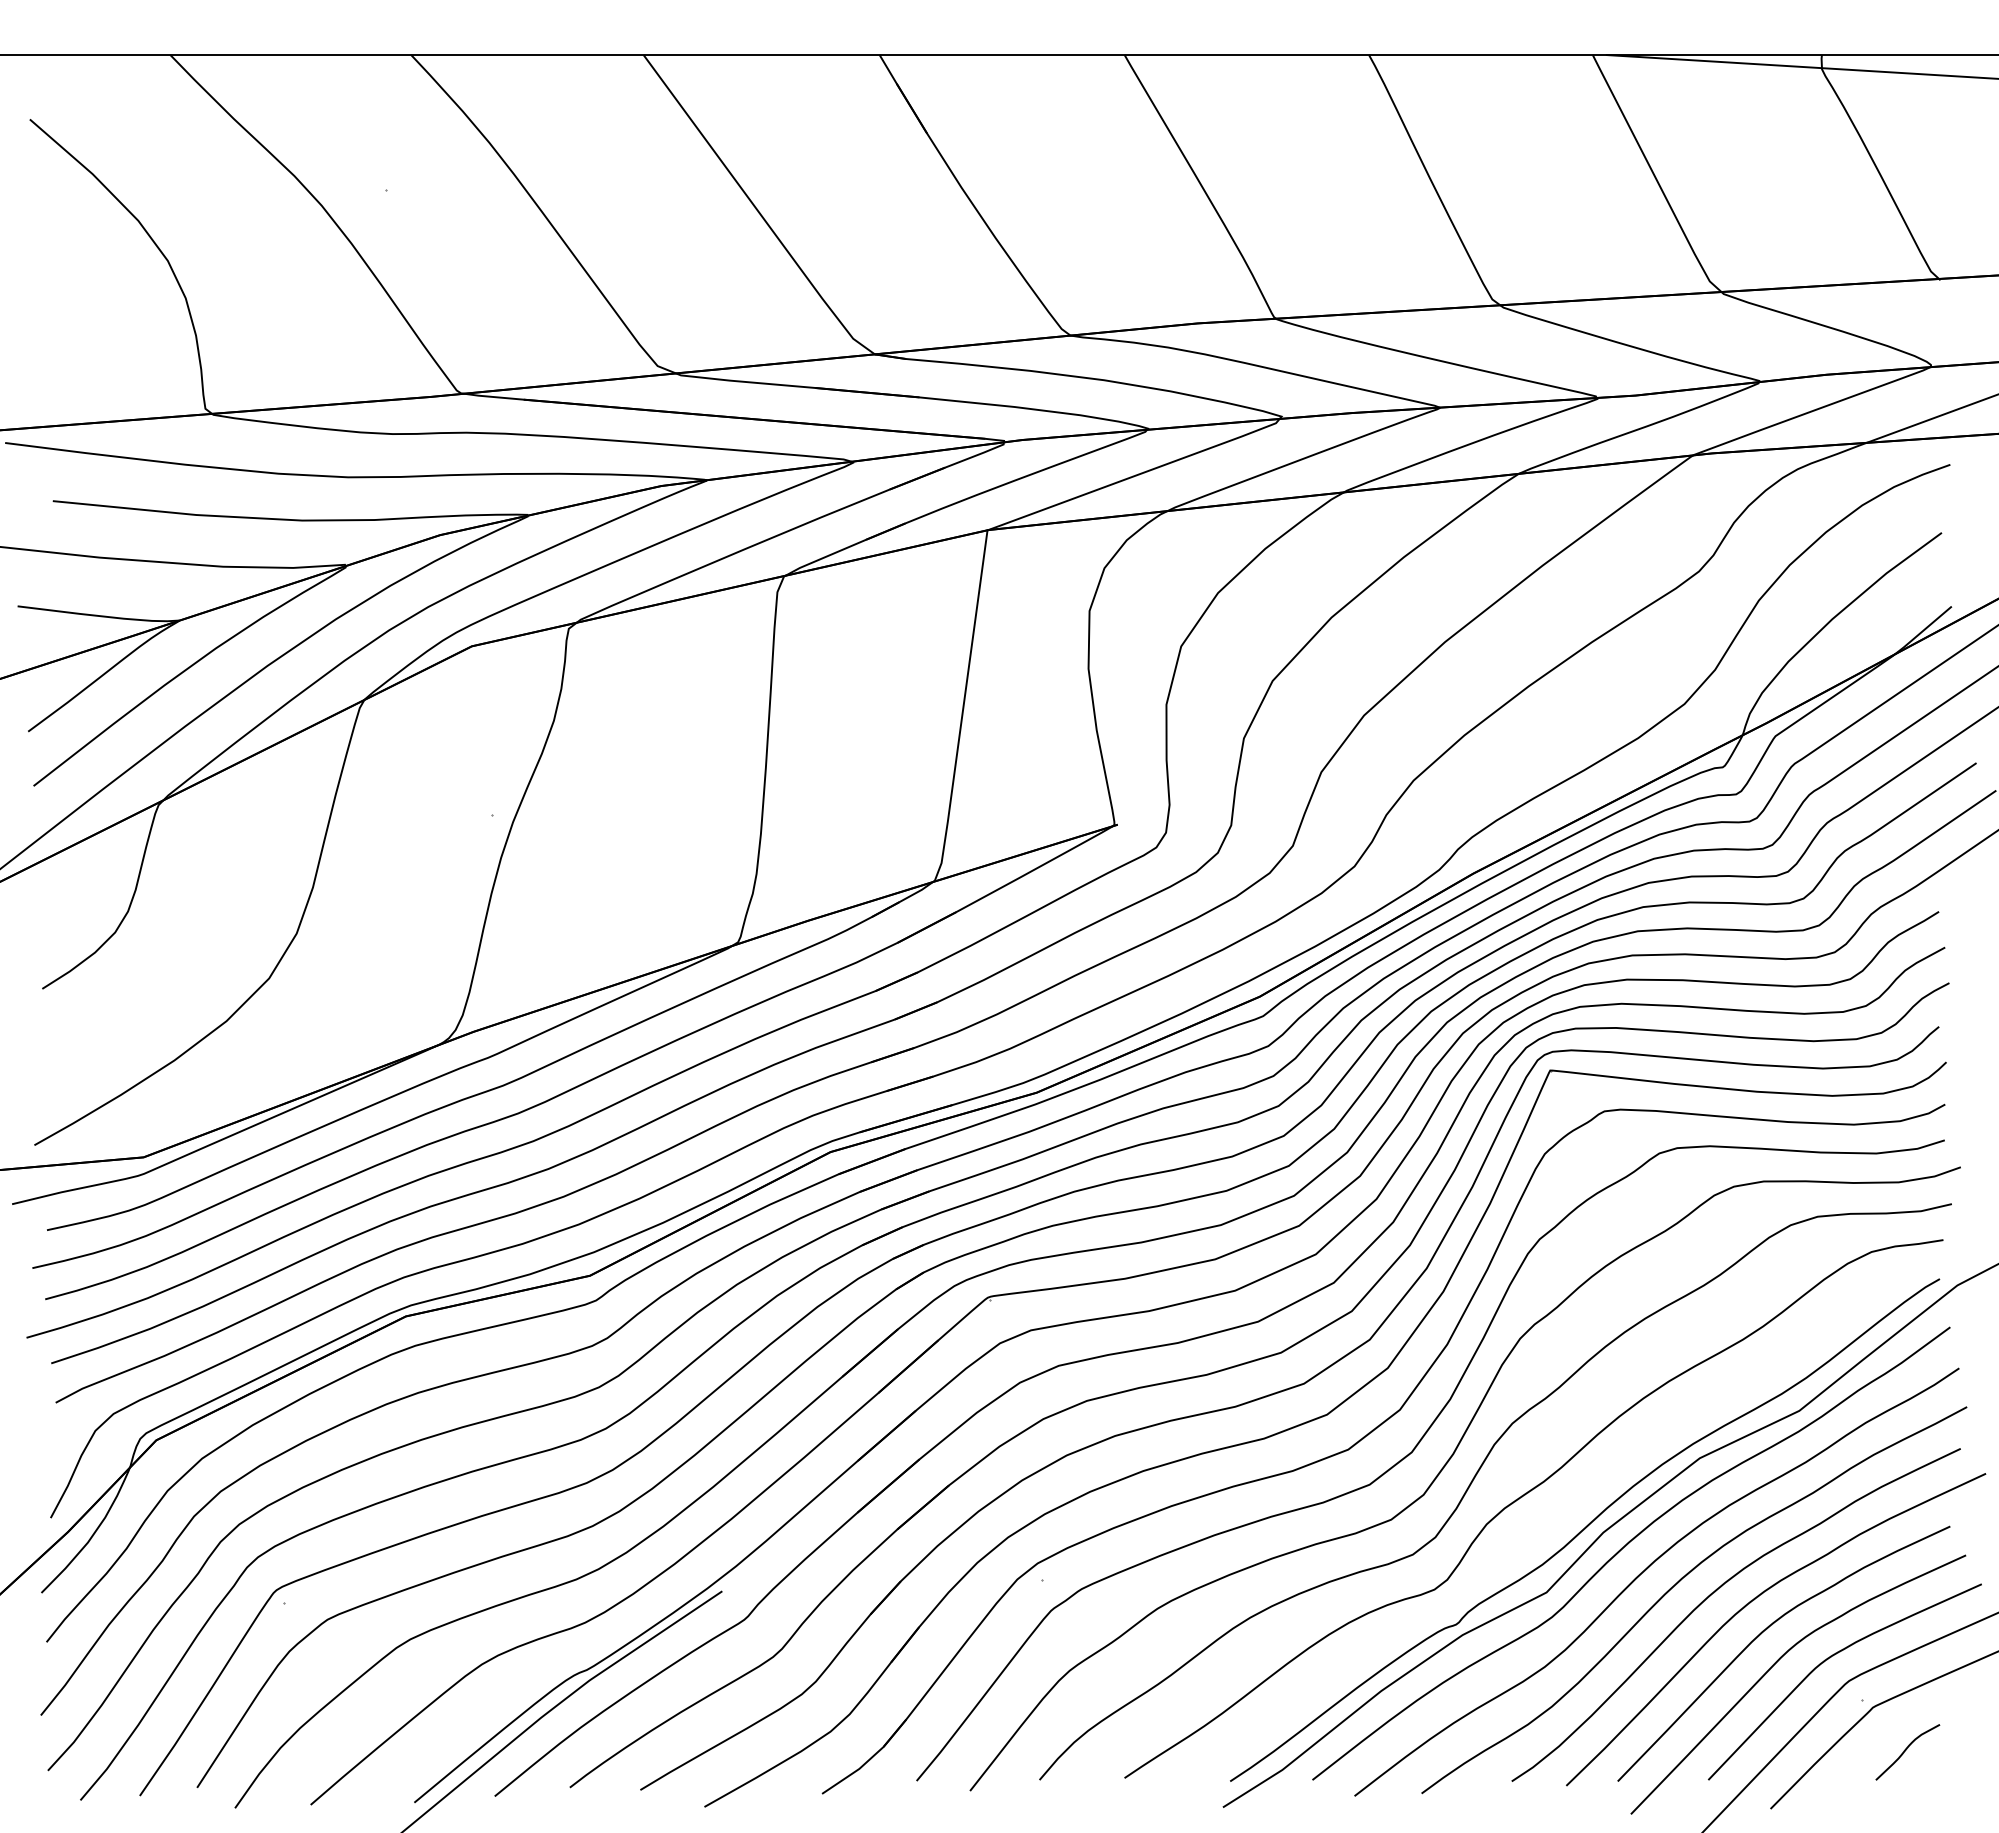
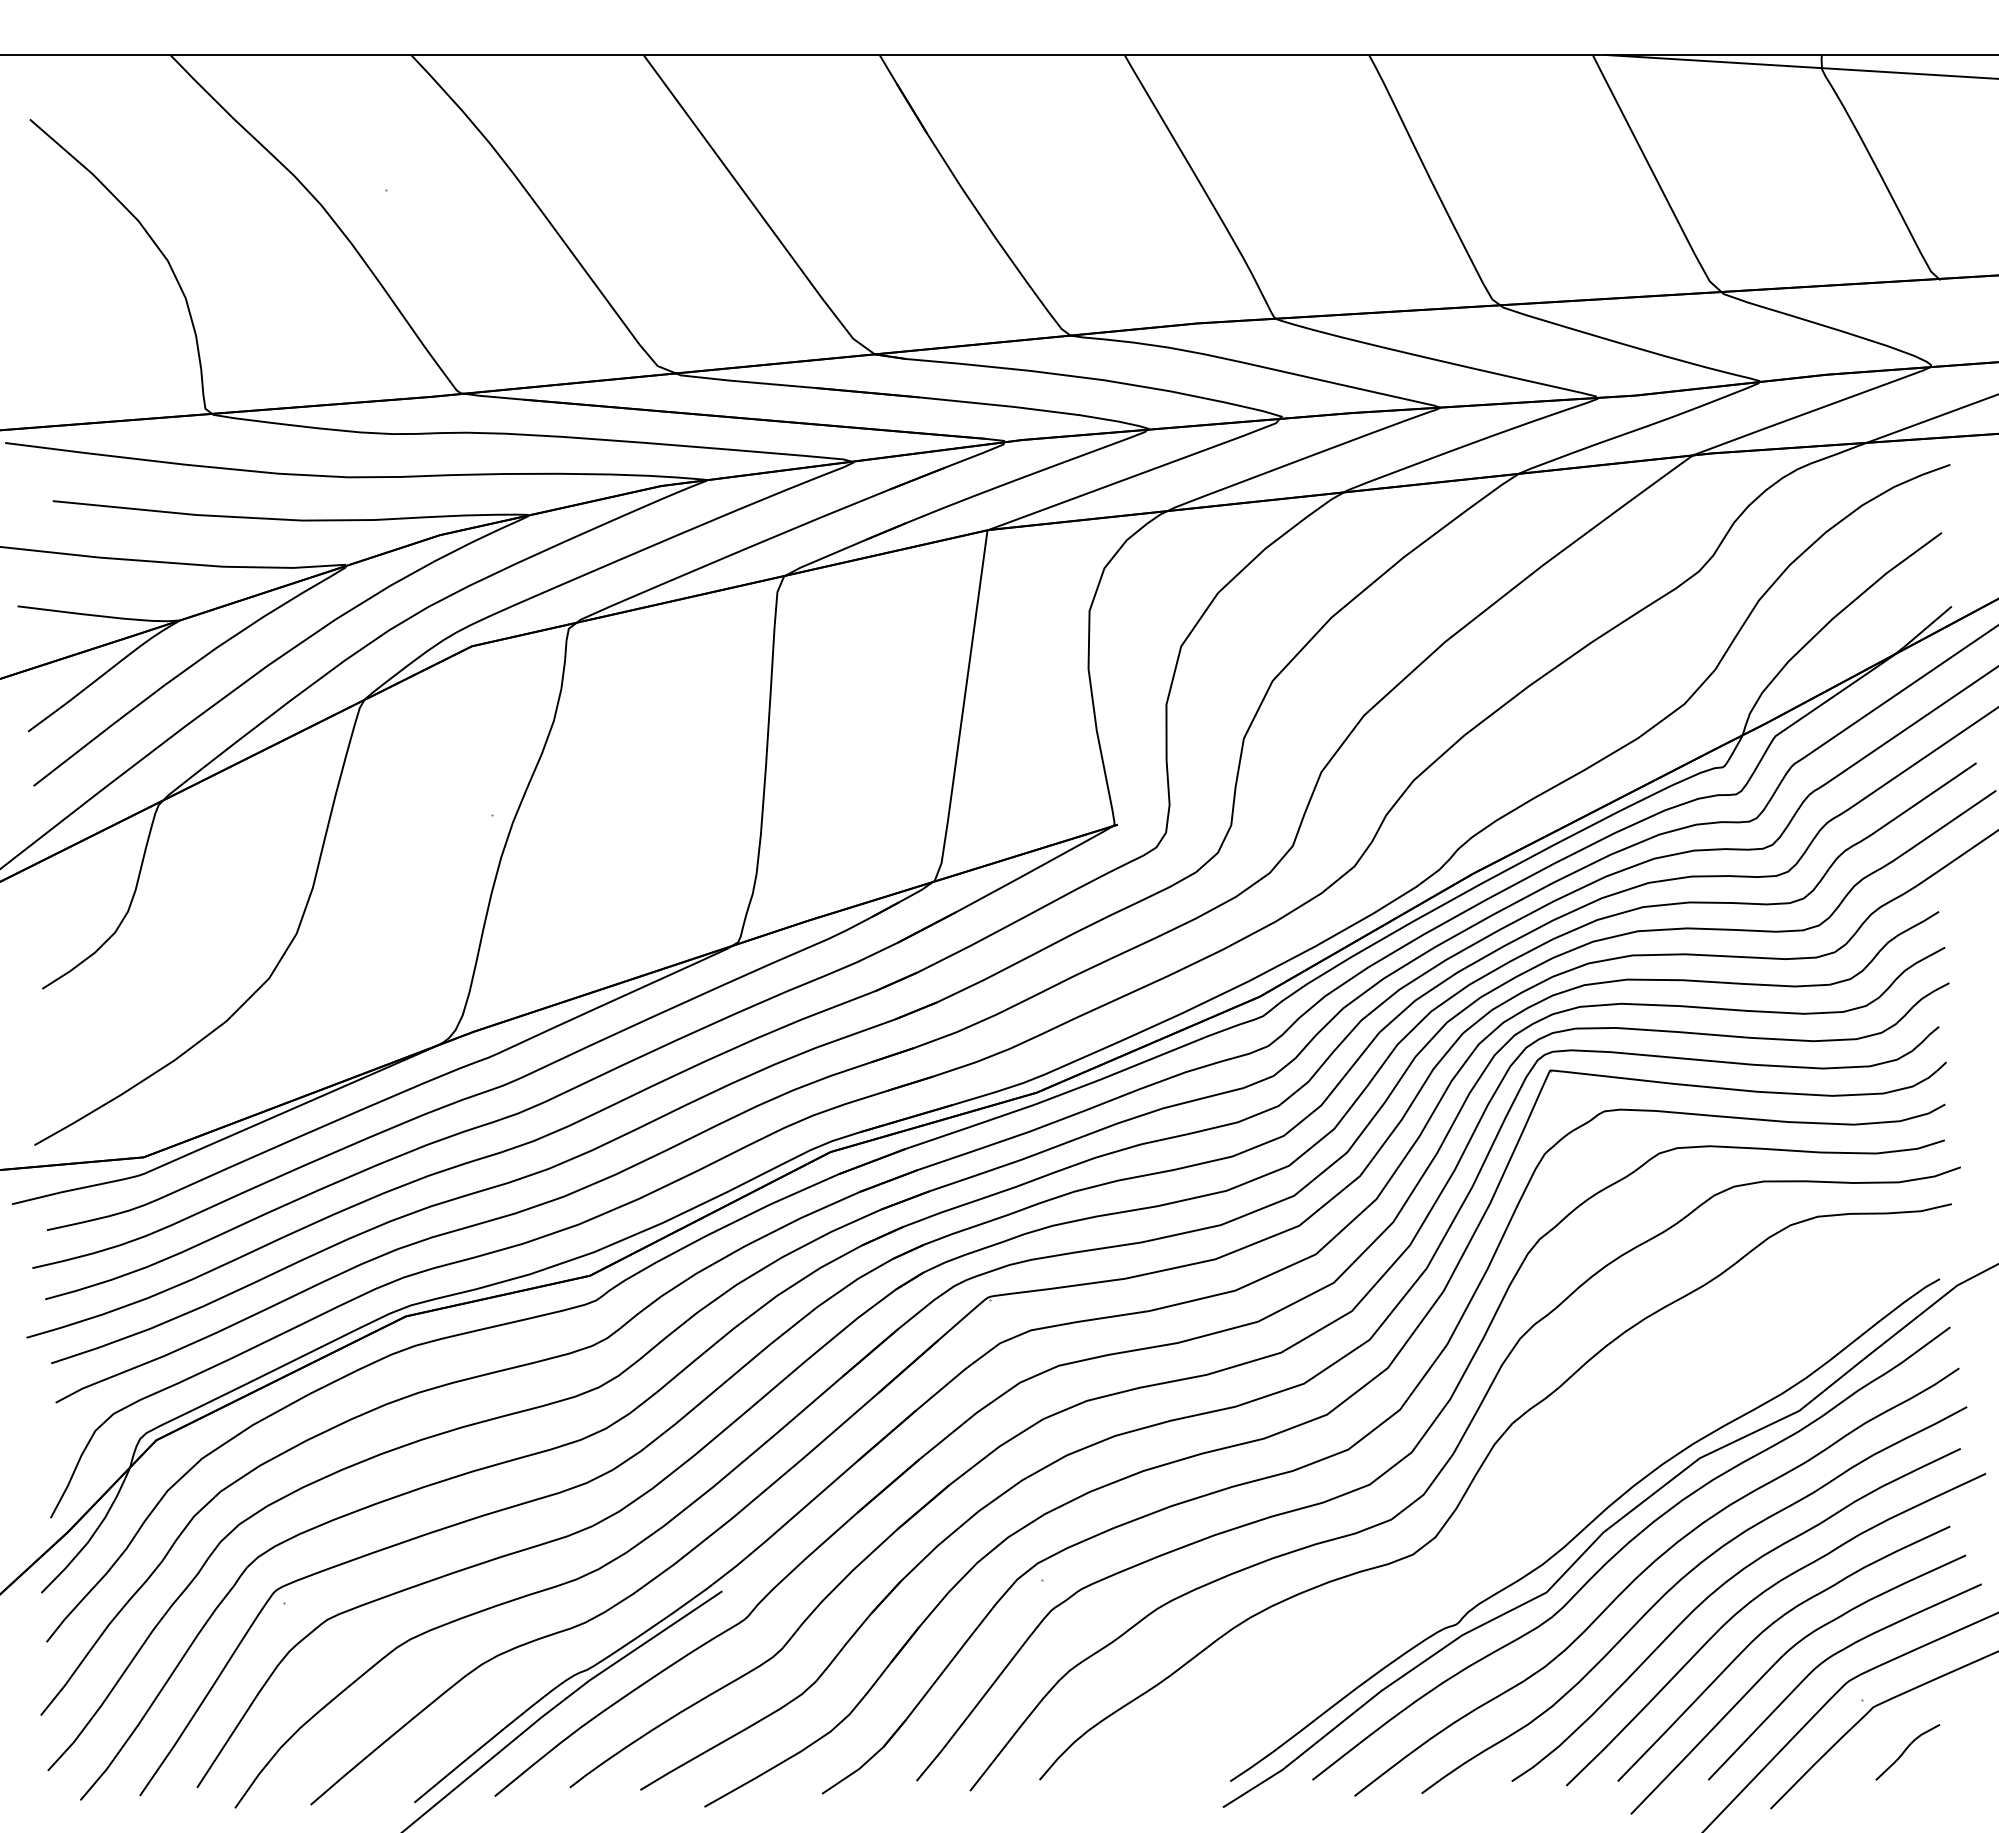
curve at (1525, 1495): present -> none
